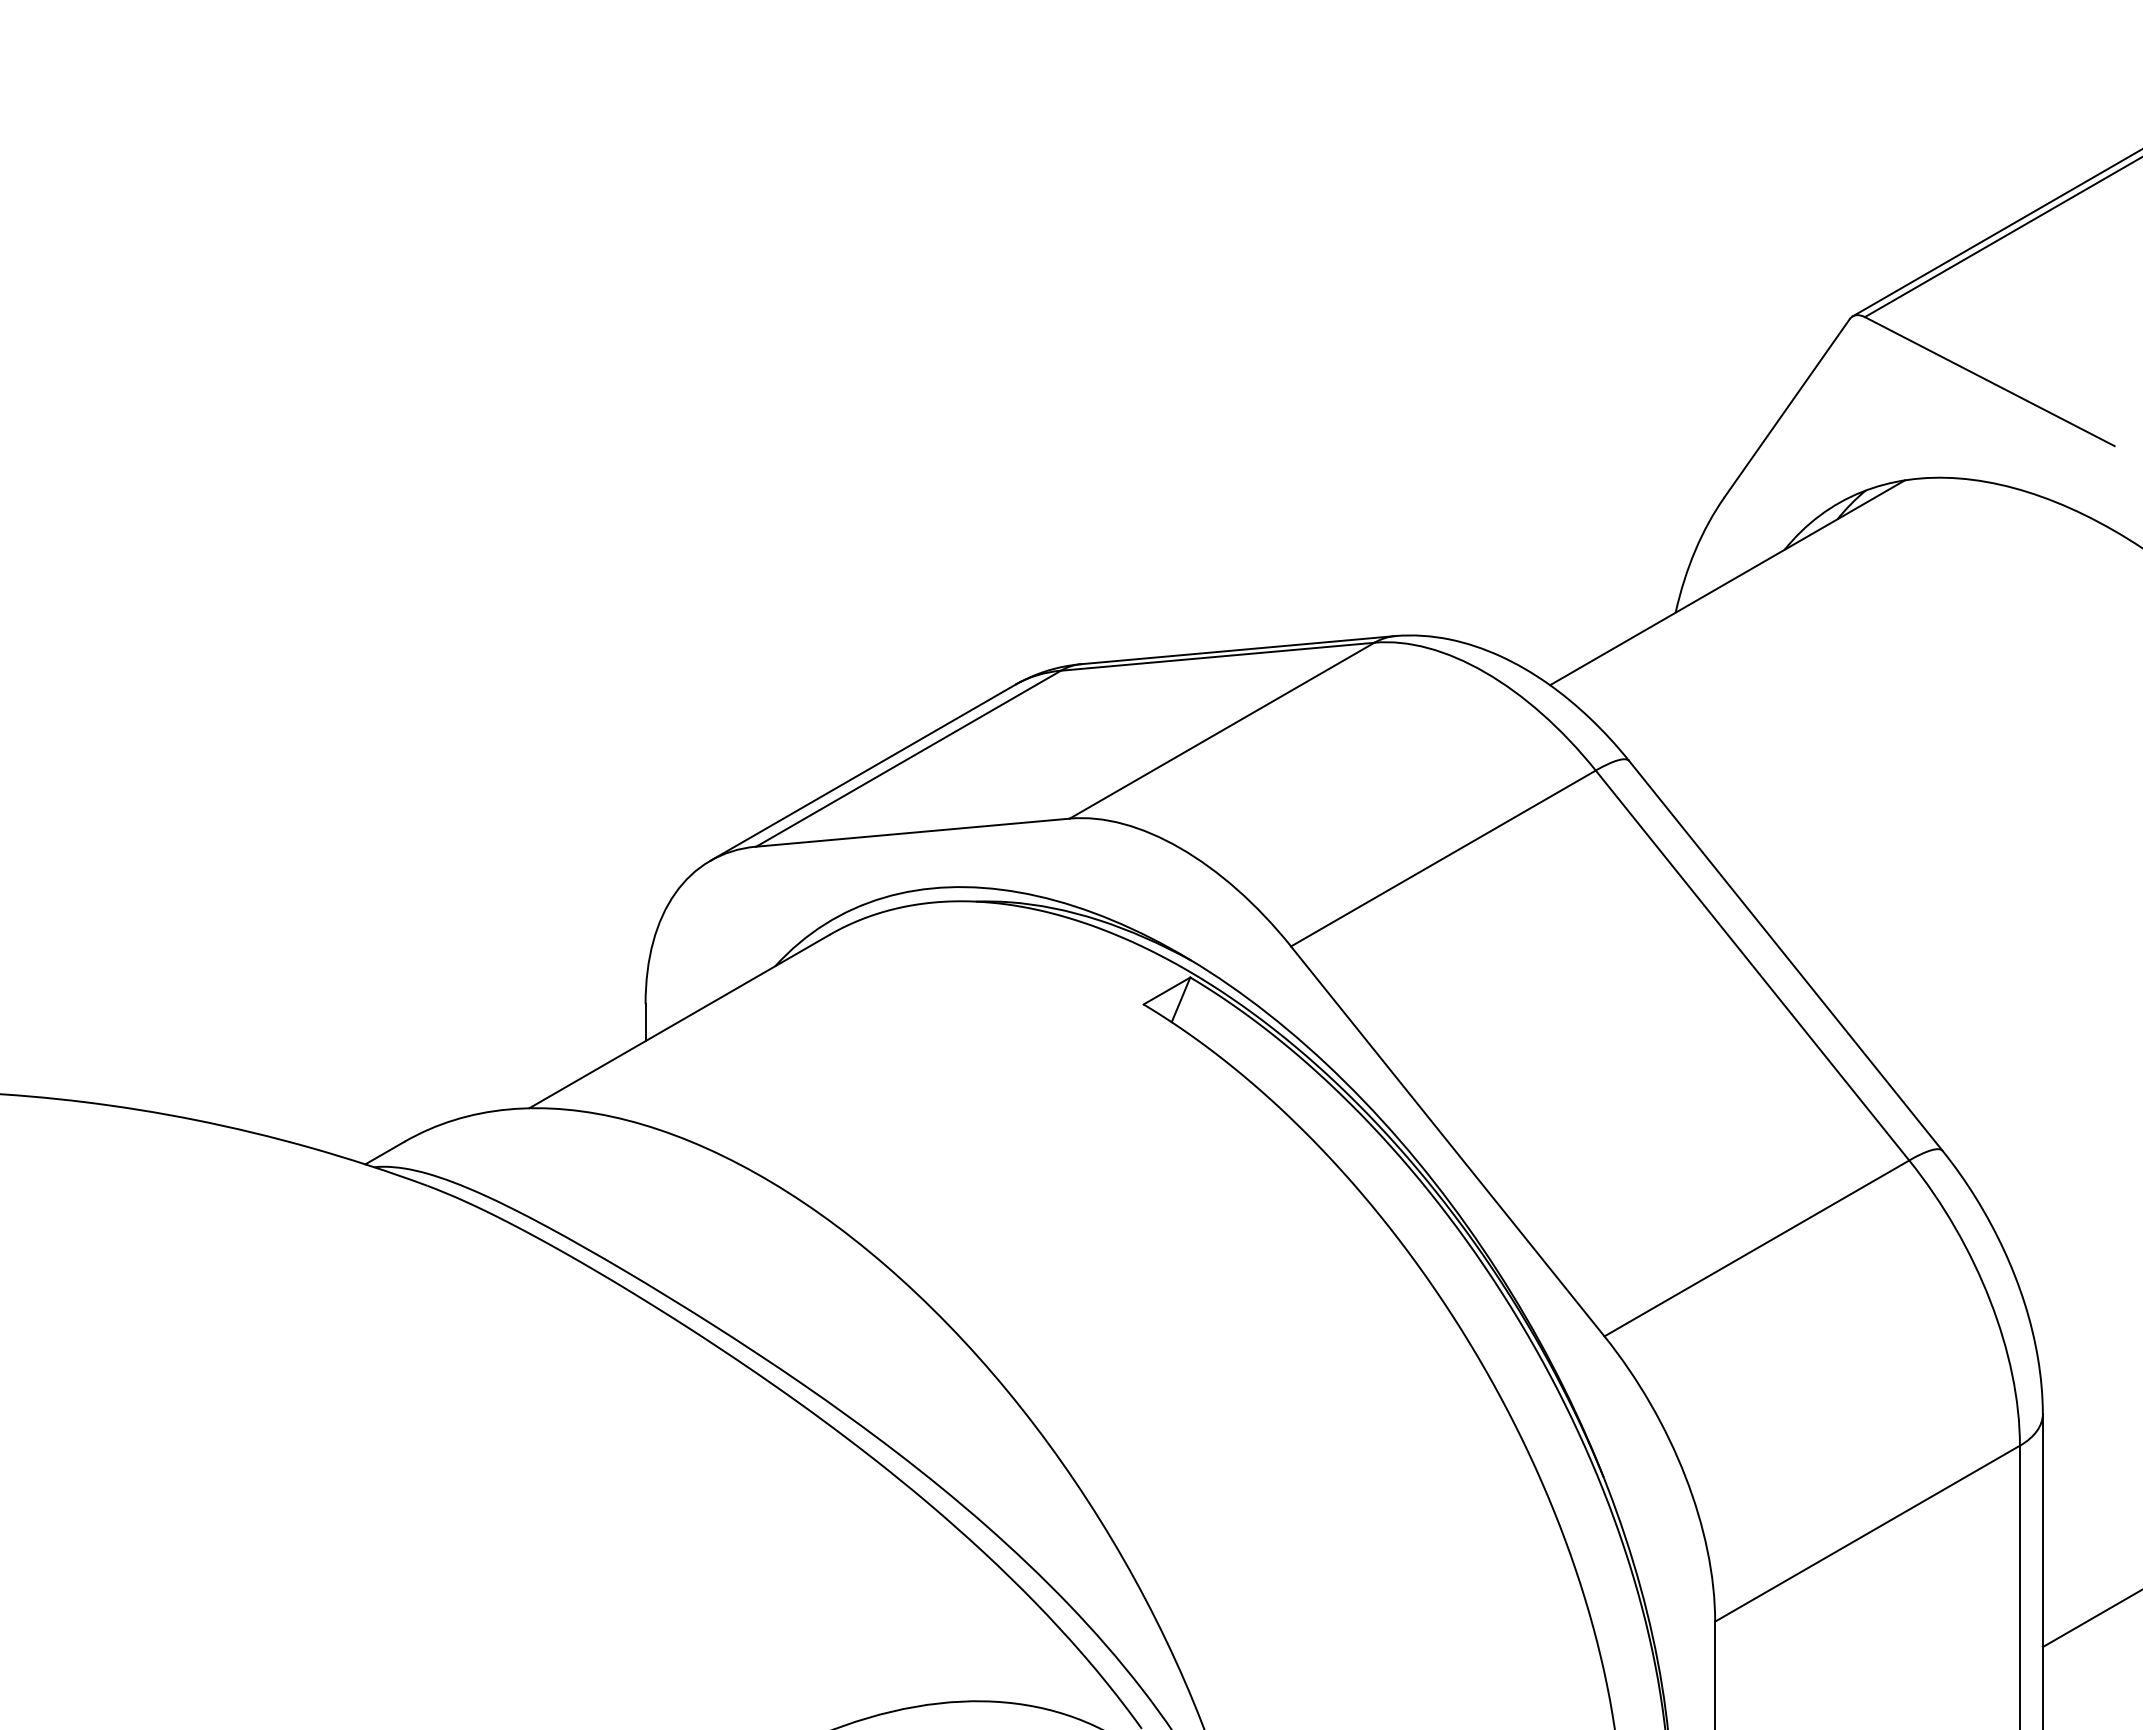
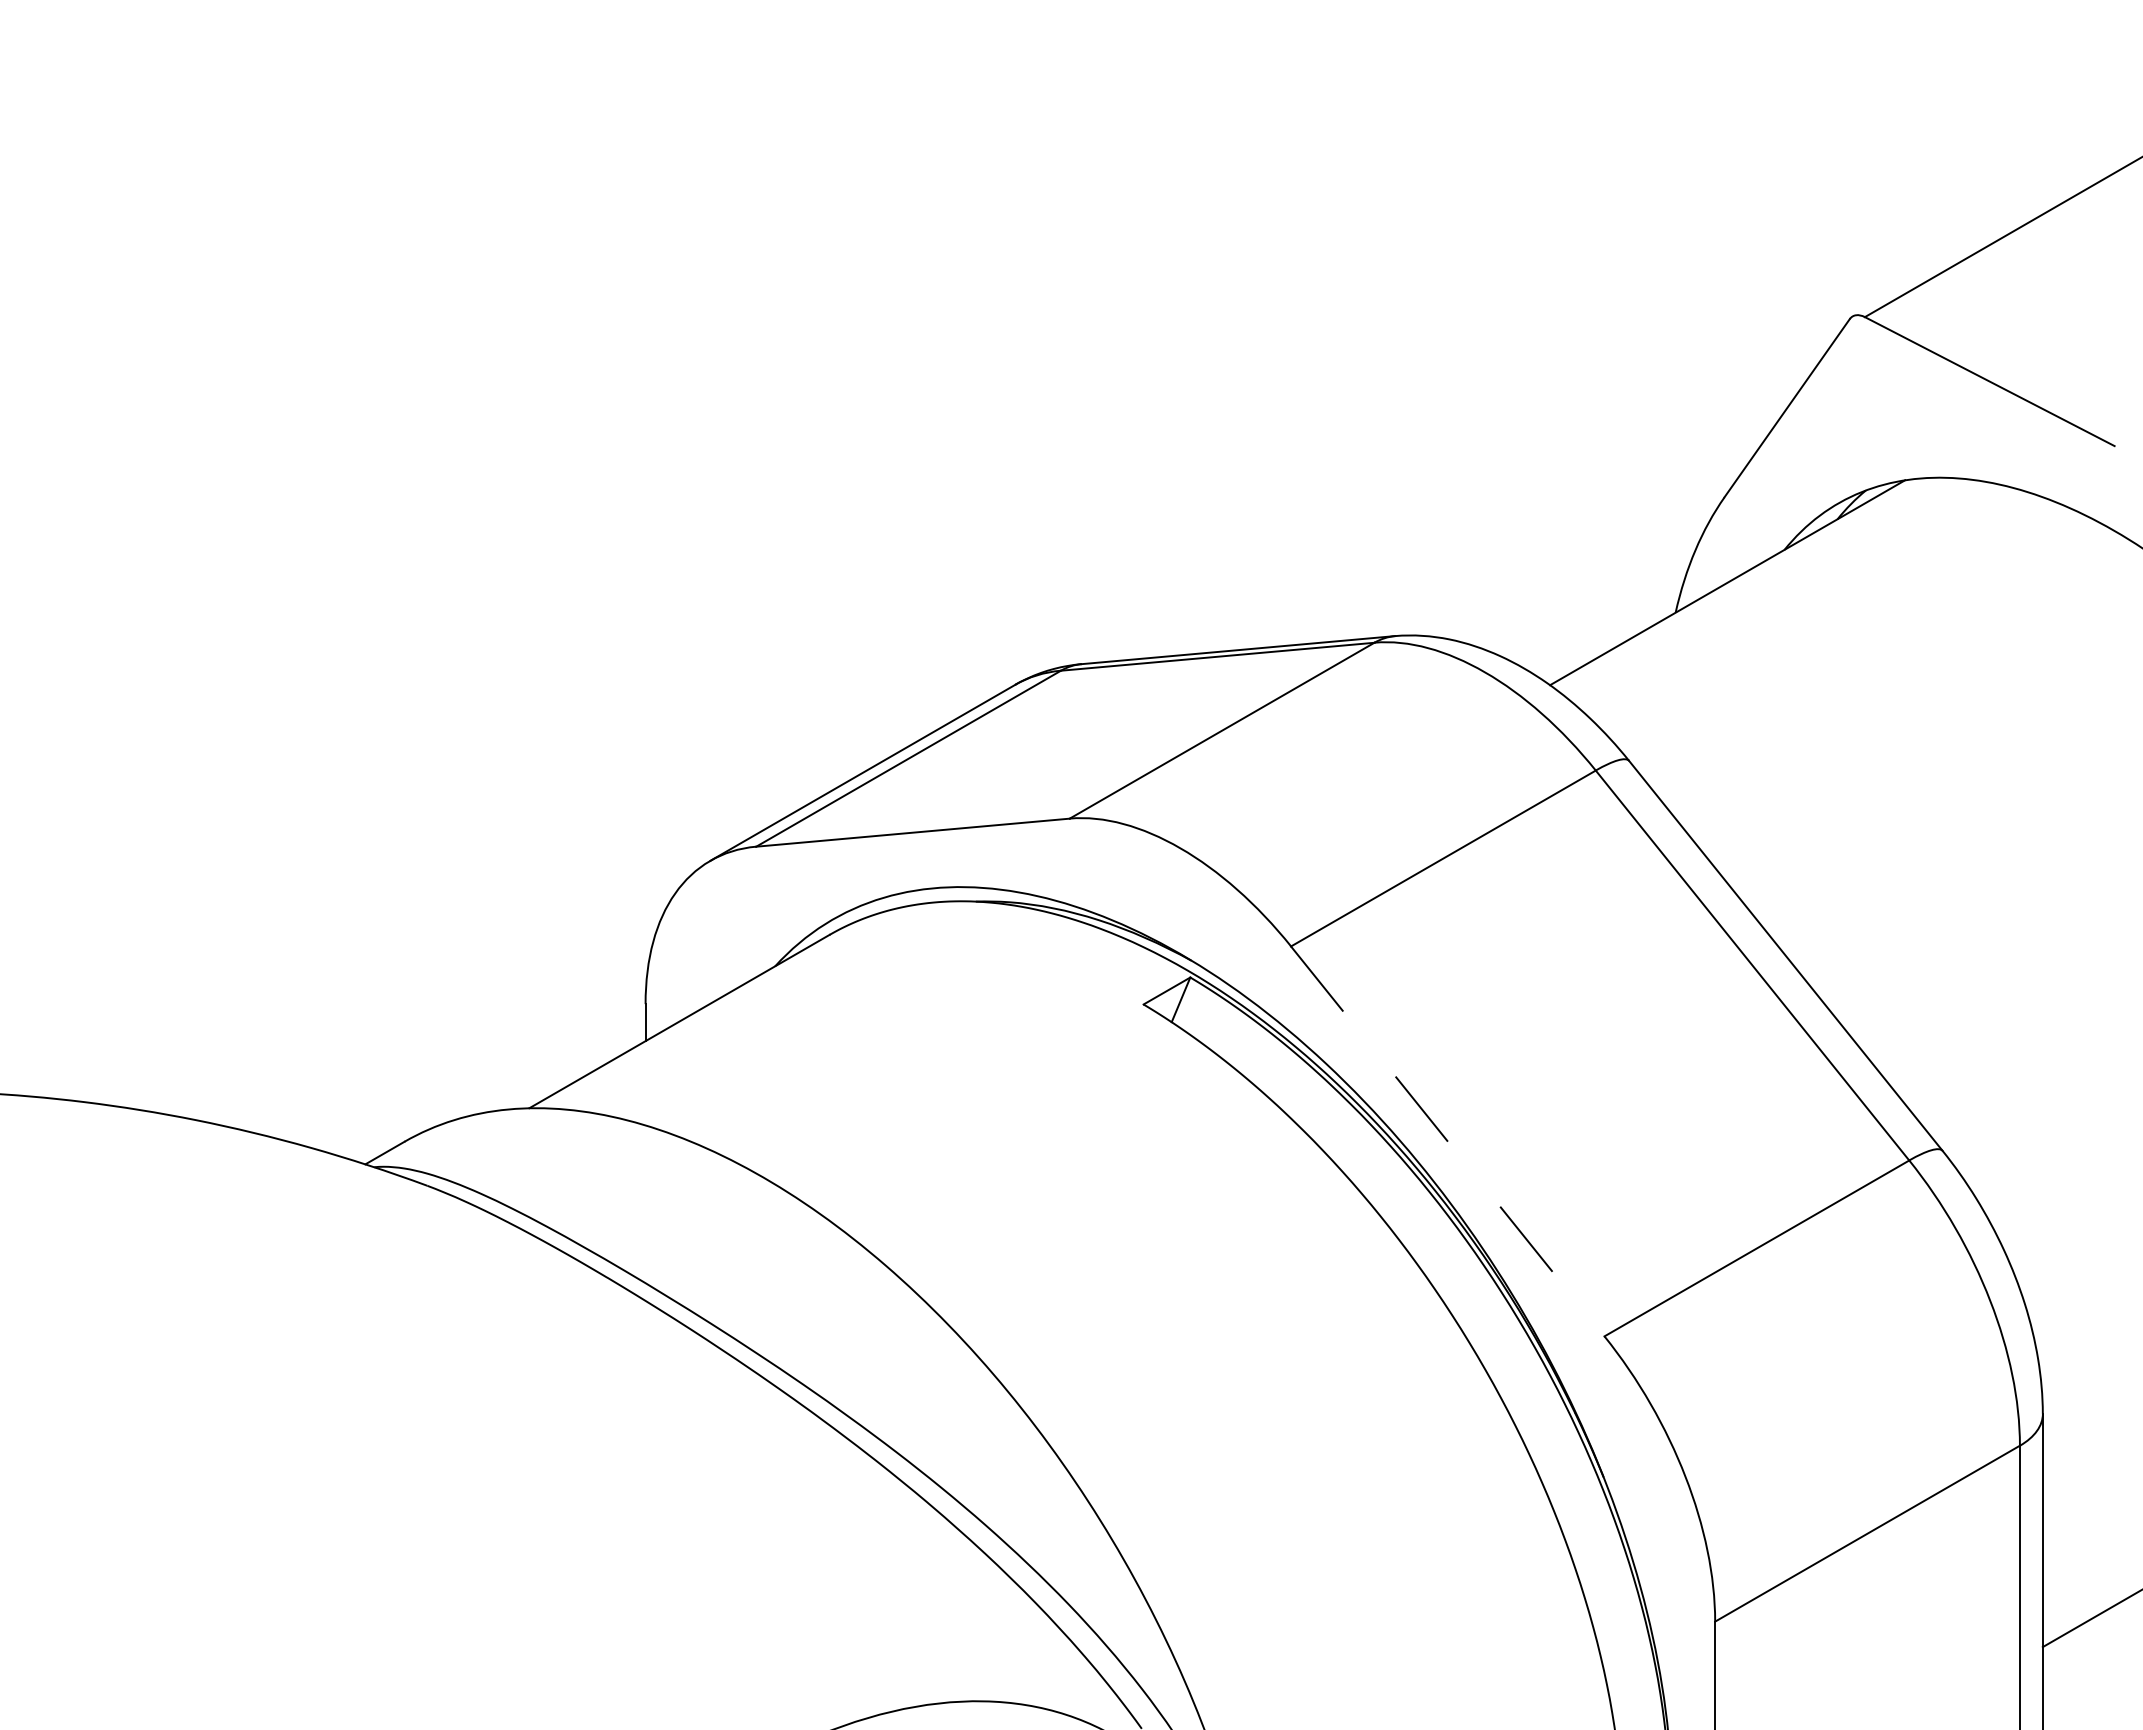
line at (1995, 233): present -> none
line at (1448, 1141): solid -> dashed
